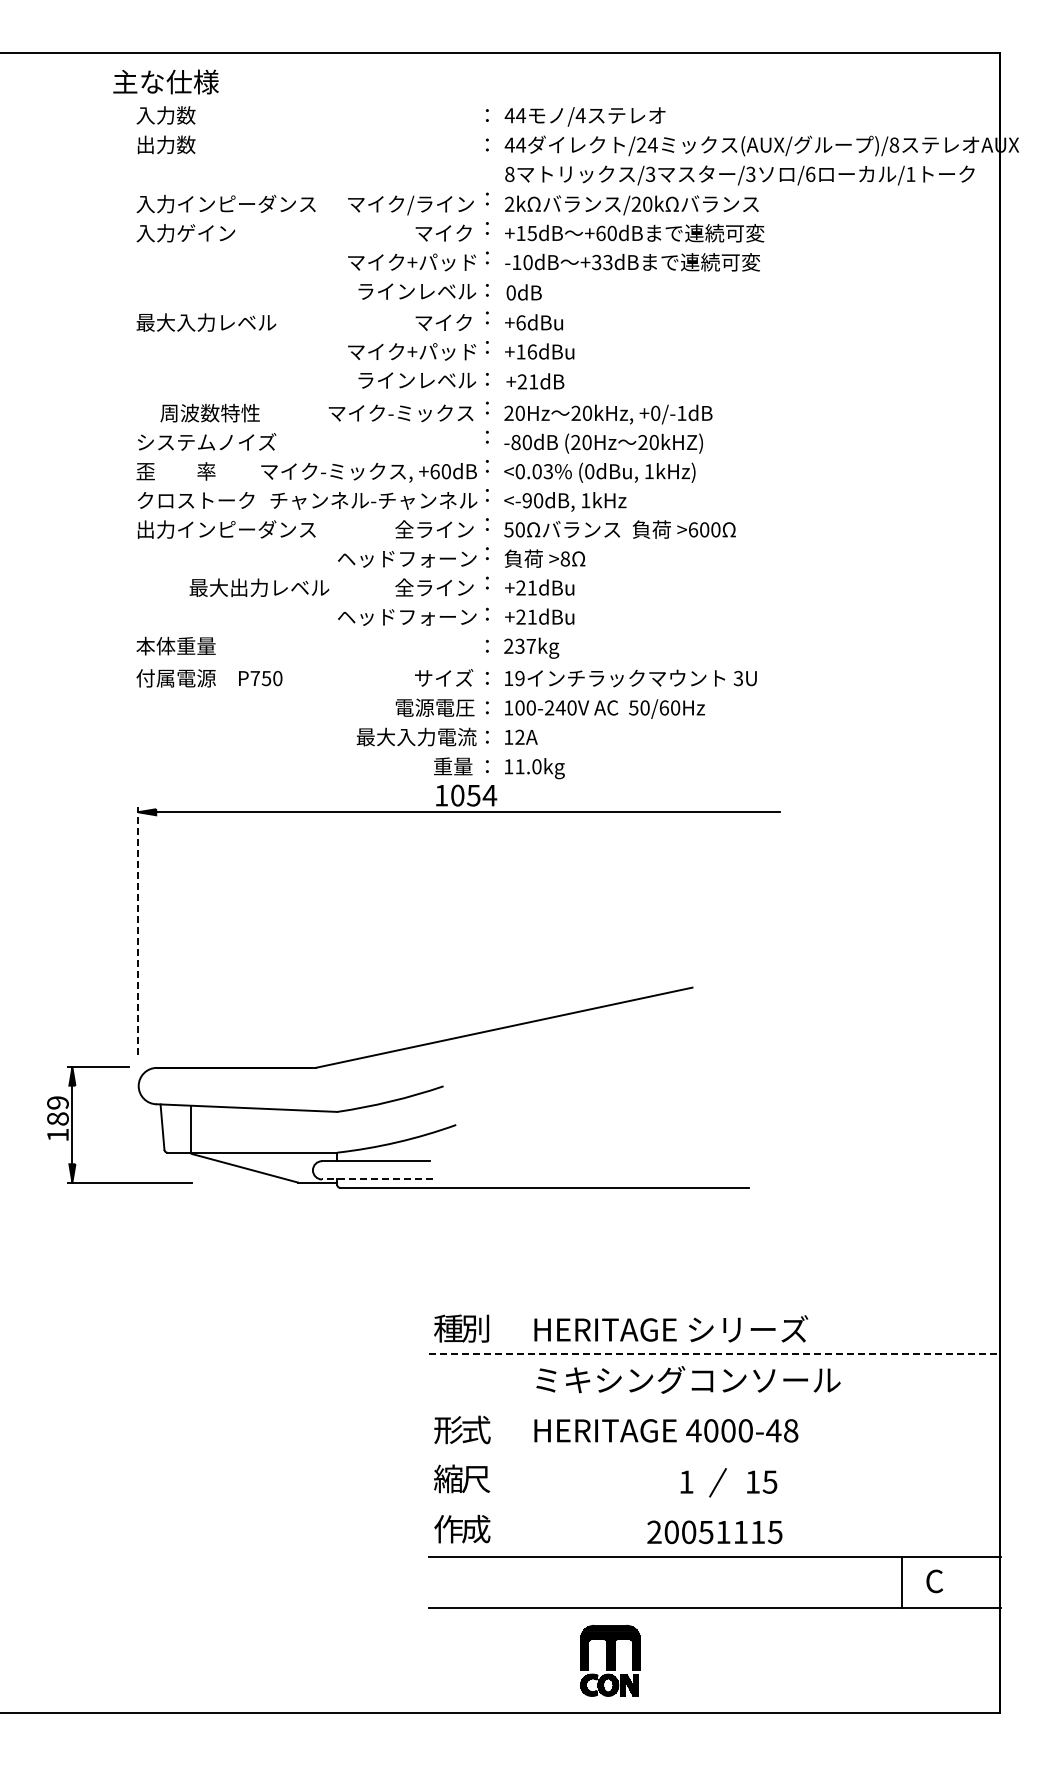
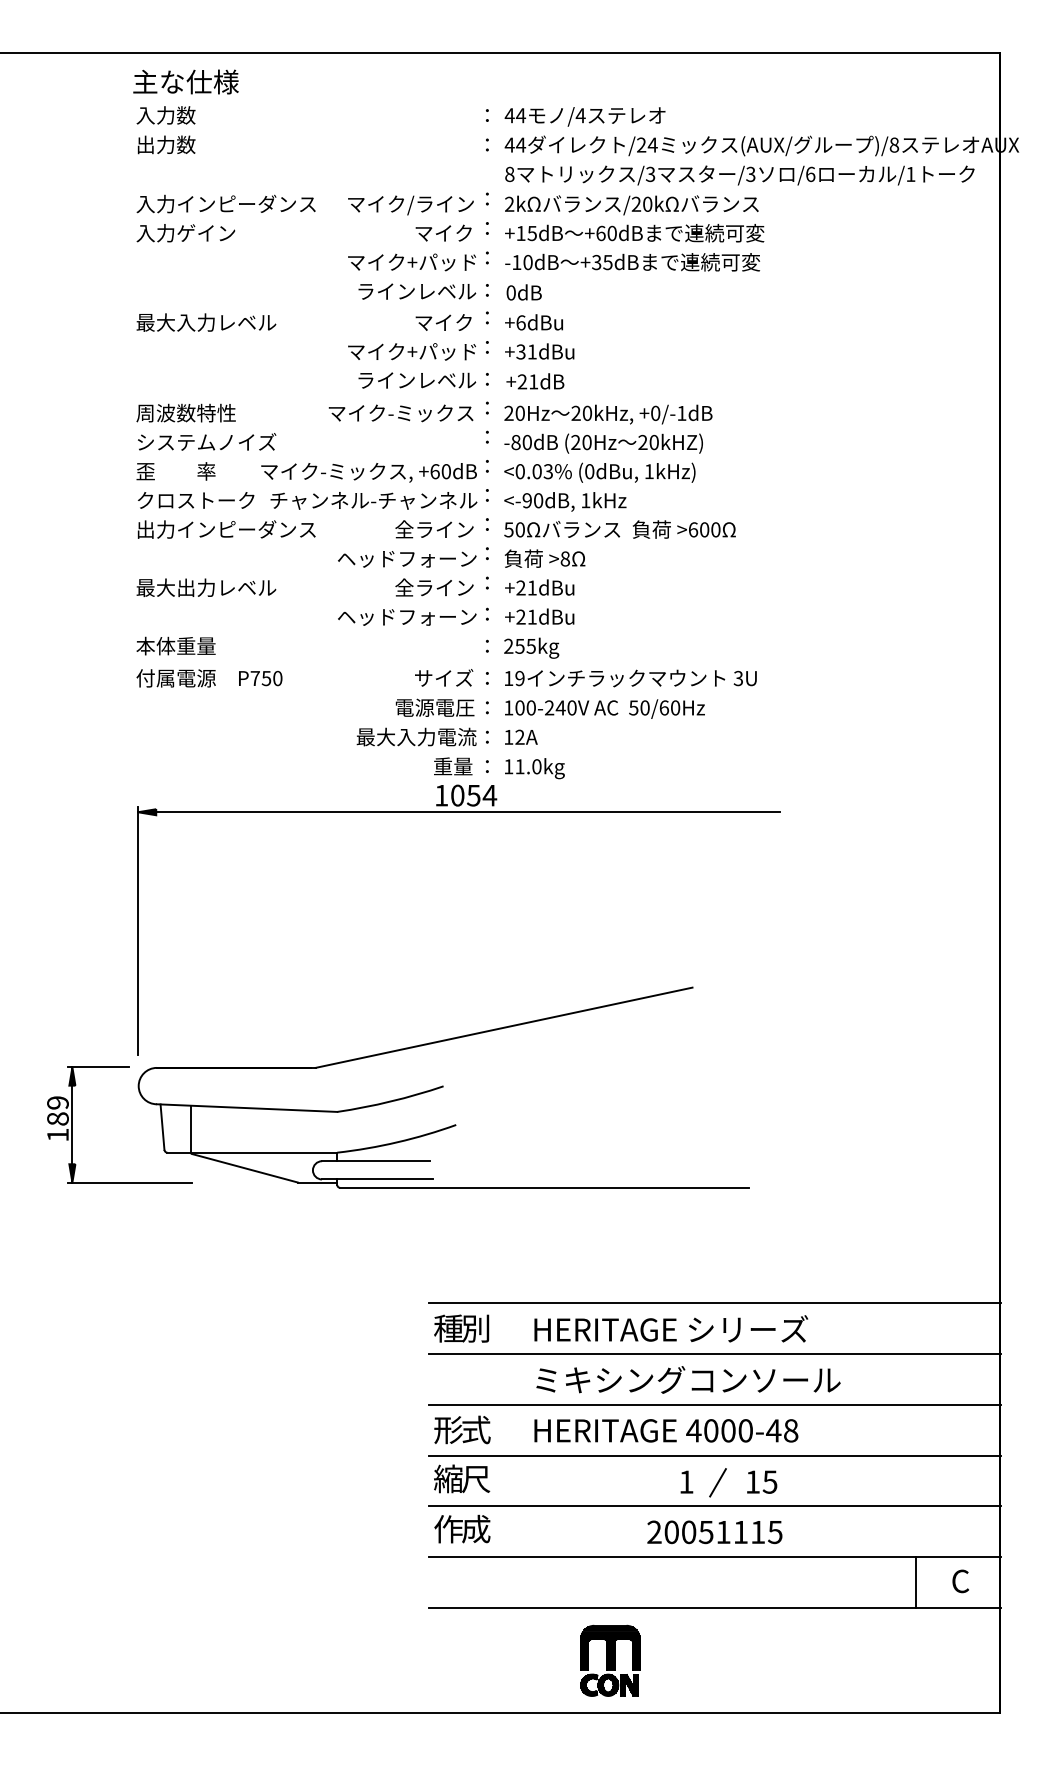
text at (165, 81) position: (165, 81) -> (185, 81)
text at (607, 261): +33dB -> +35dB
text at (526, 351): +16dBu -> +31dBu
text at (209, 412) position: (209, 412) -> (185, 412)
text at (259, 587) position: (259, 587) -> (206, 587)
text at (525, 645): 237kg -> 255kg
line at (138, 931): dashed -> solid
line at (376, 1179): dashed -> solid
line at (714, 1303): none -> present
line at (714, 1353): dashed -> solid
line at (714, 1404): none -> present
line at (714, 1455): none -> present
line at (714, 1506): none -> present
text at (934, 1581) position: (934, 1581) -> (960, 1581)
line at (902, 1582) position: (902, 1582) -> (916, 1582)
